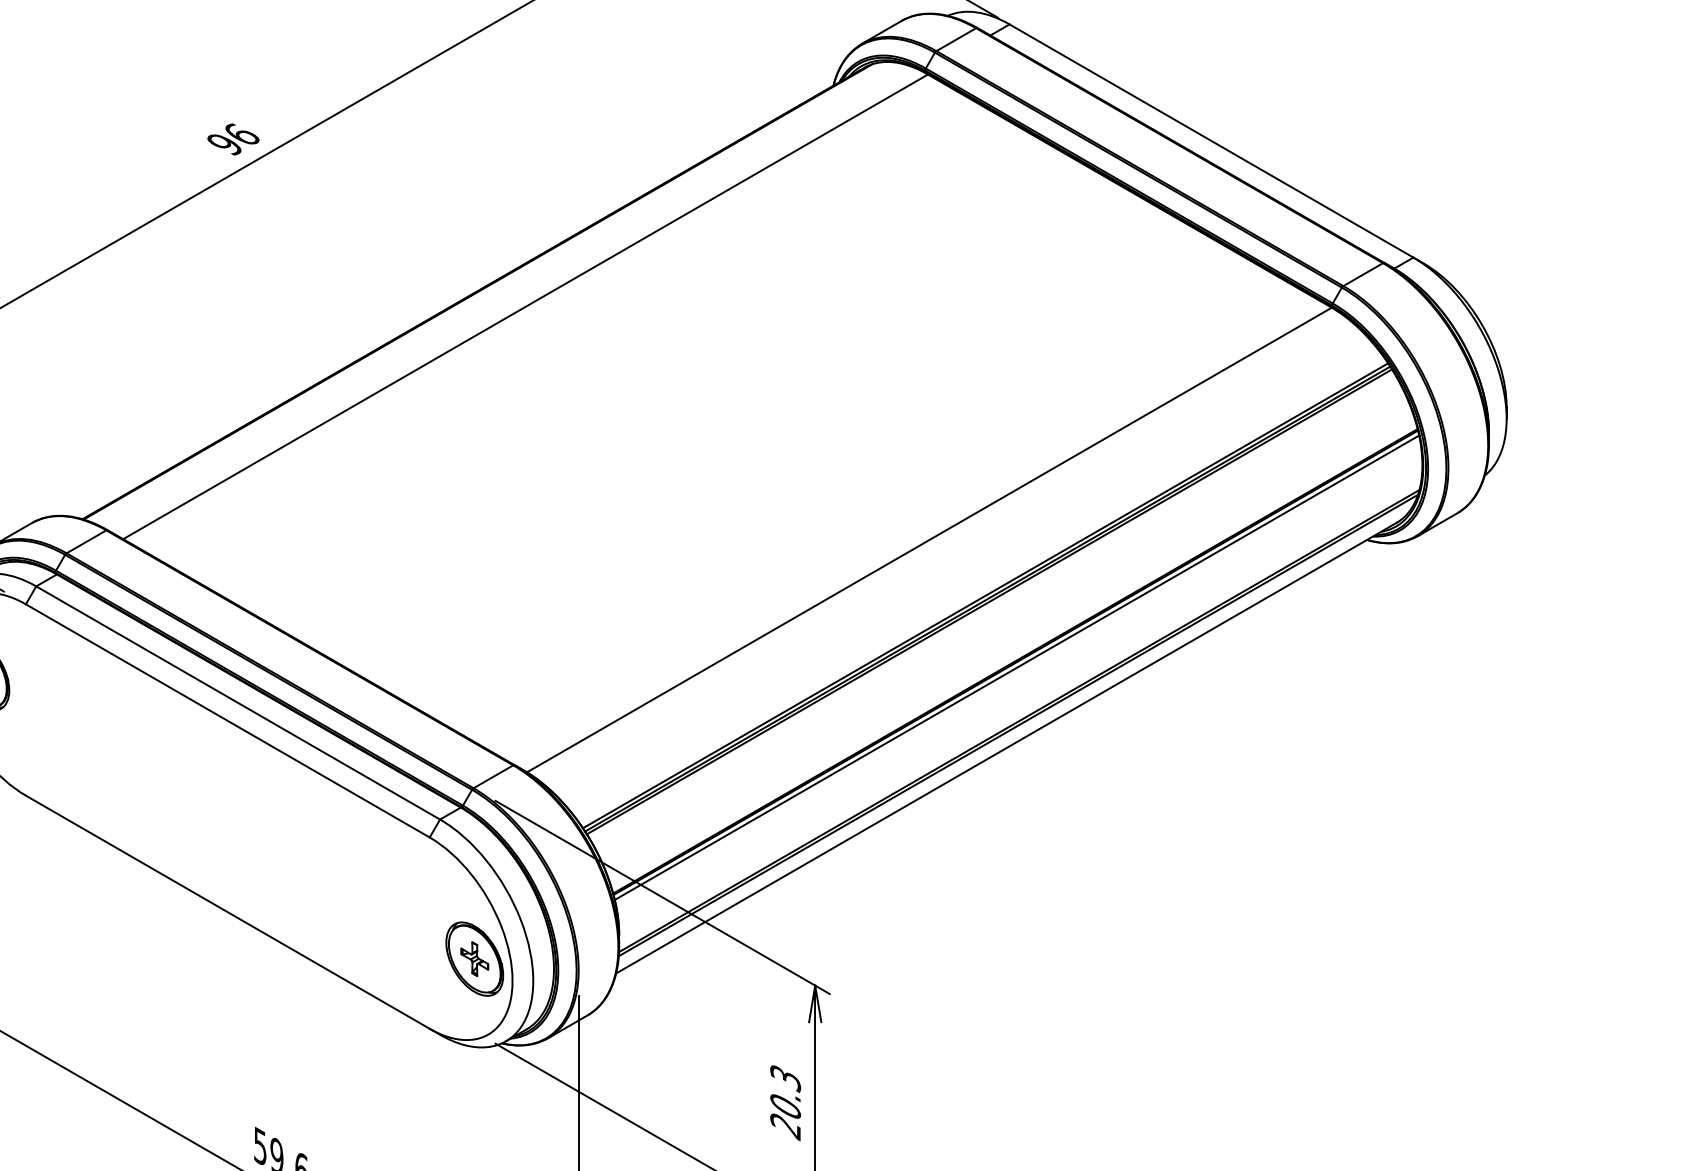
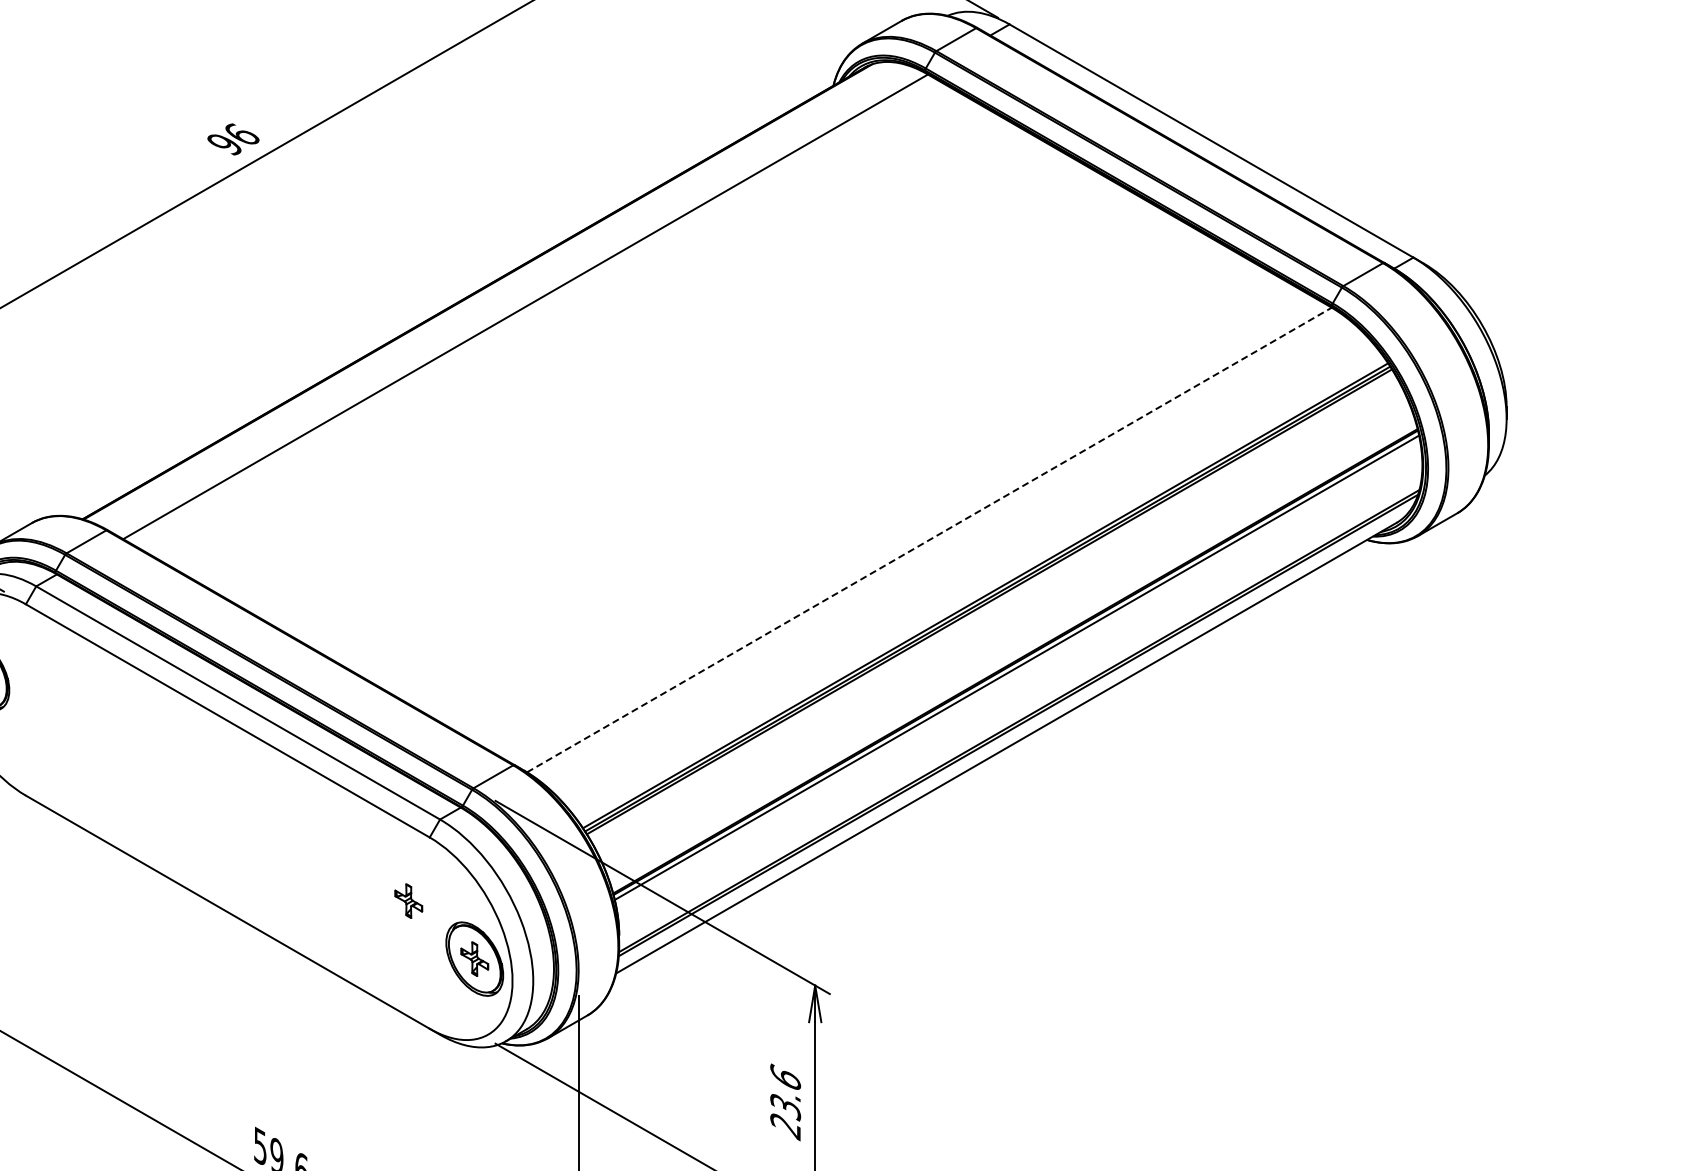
line at (929, 540): solid -> dashed
part at (408, 900): none -> present
text at (785, 1092): 20.3 -> 23.6
